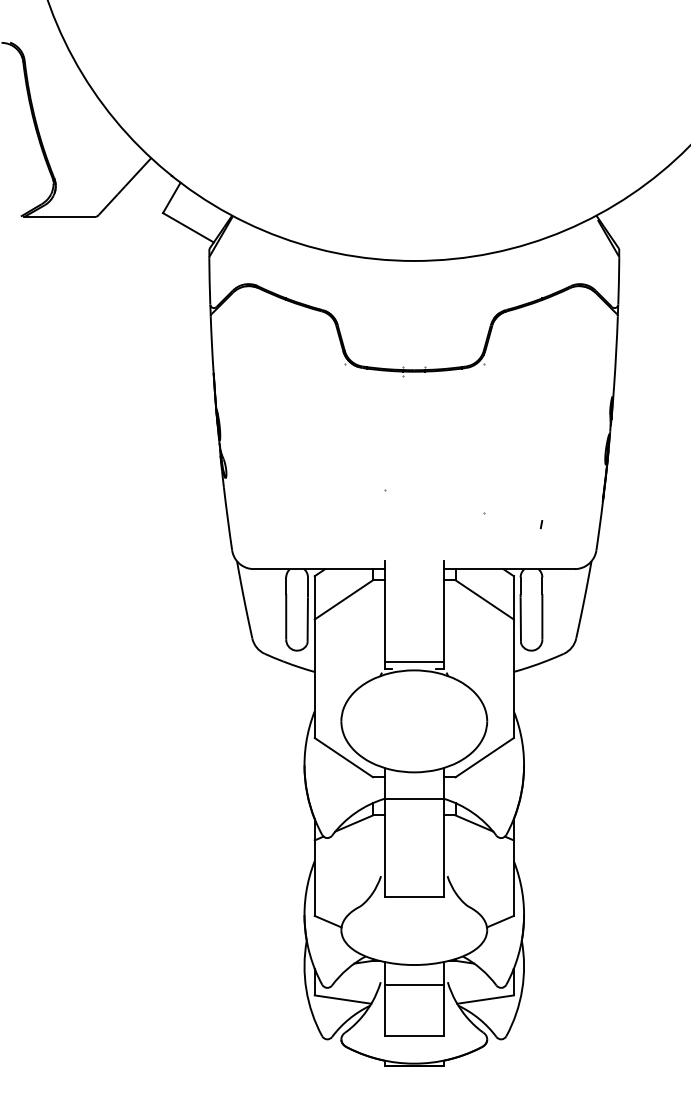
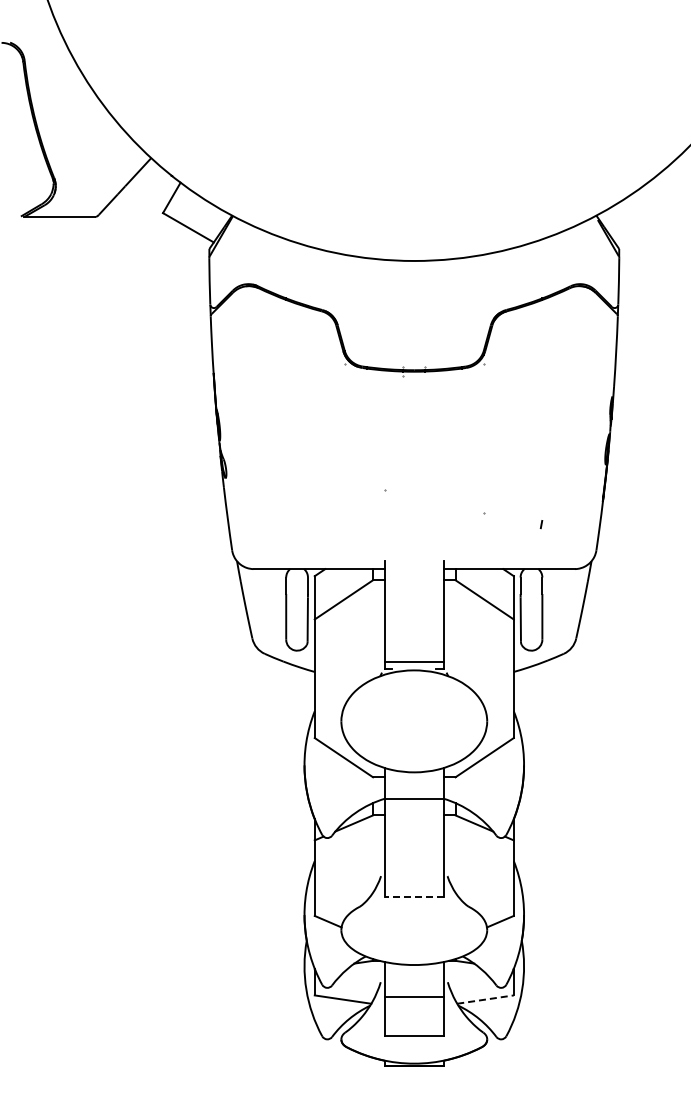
line at (413, 896): solid -> dashed
line at (414, 984) position: (414, 984) -> (414, 996)
line at (485, 999): solid -> dashed
